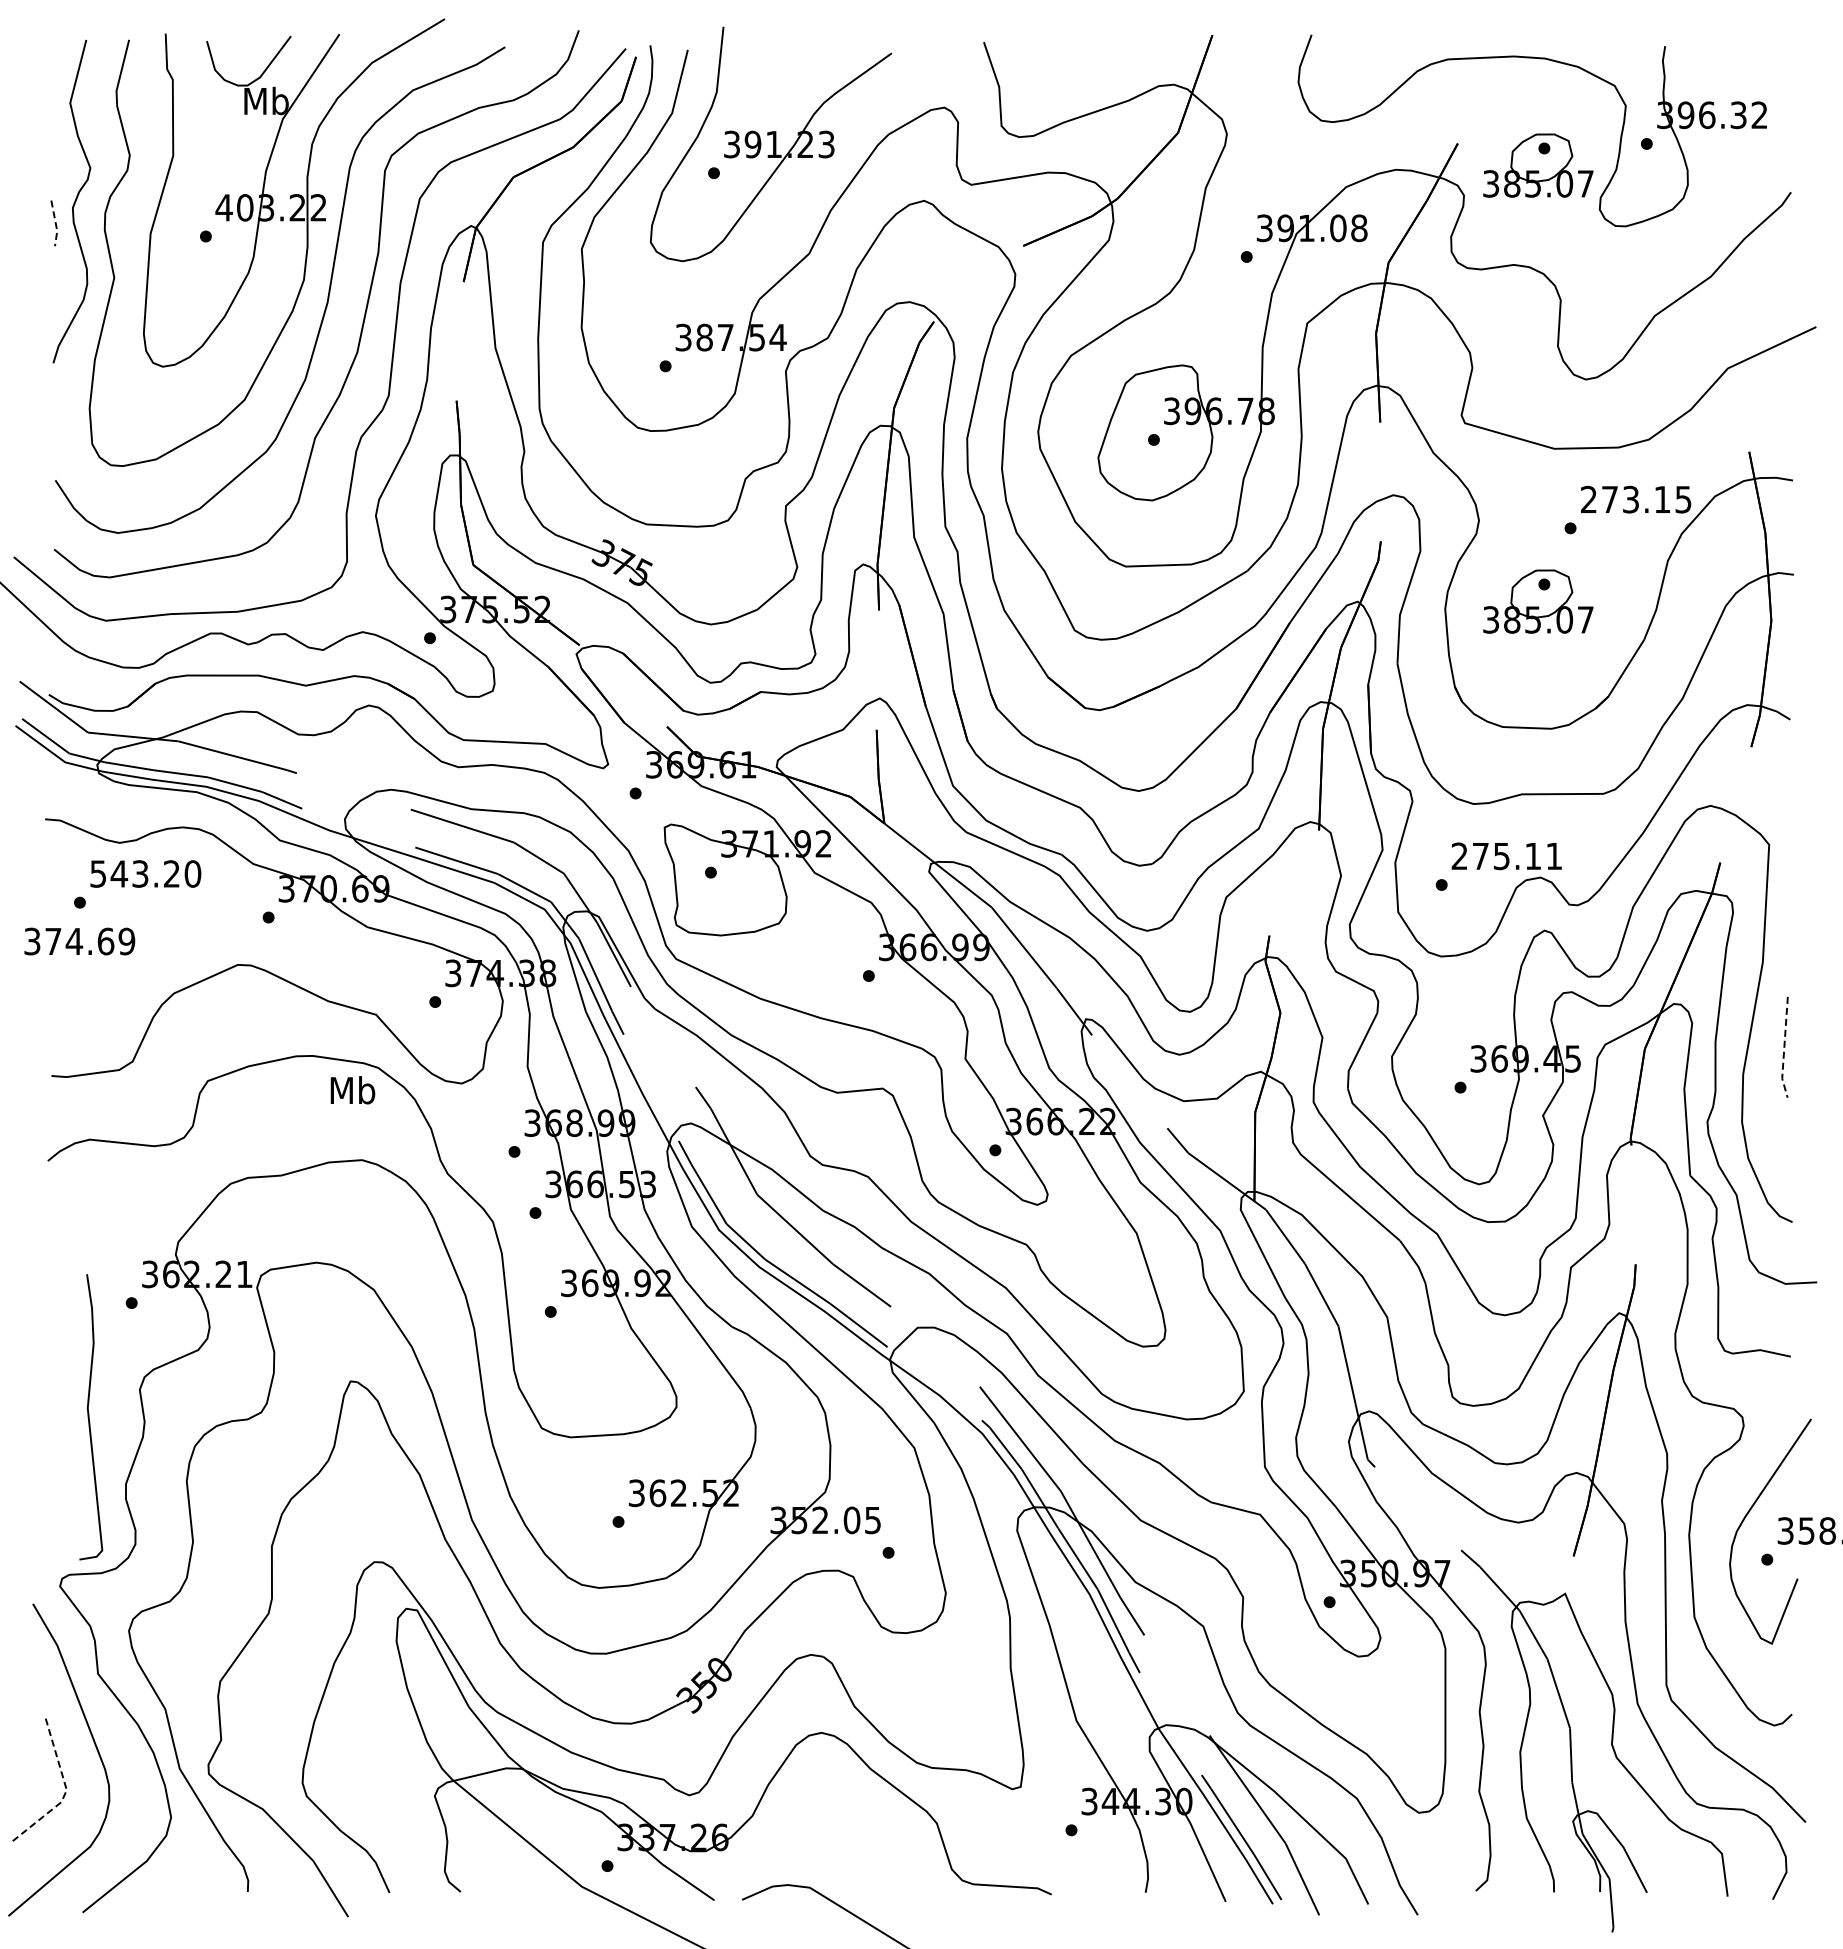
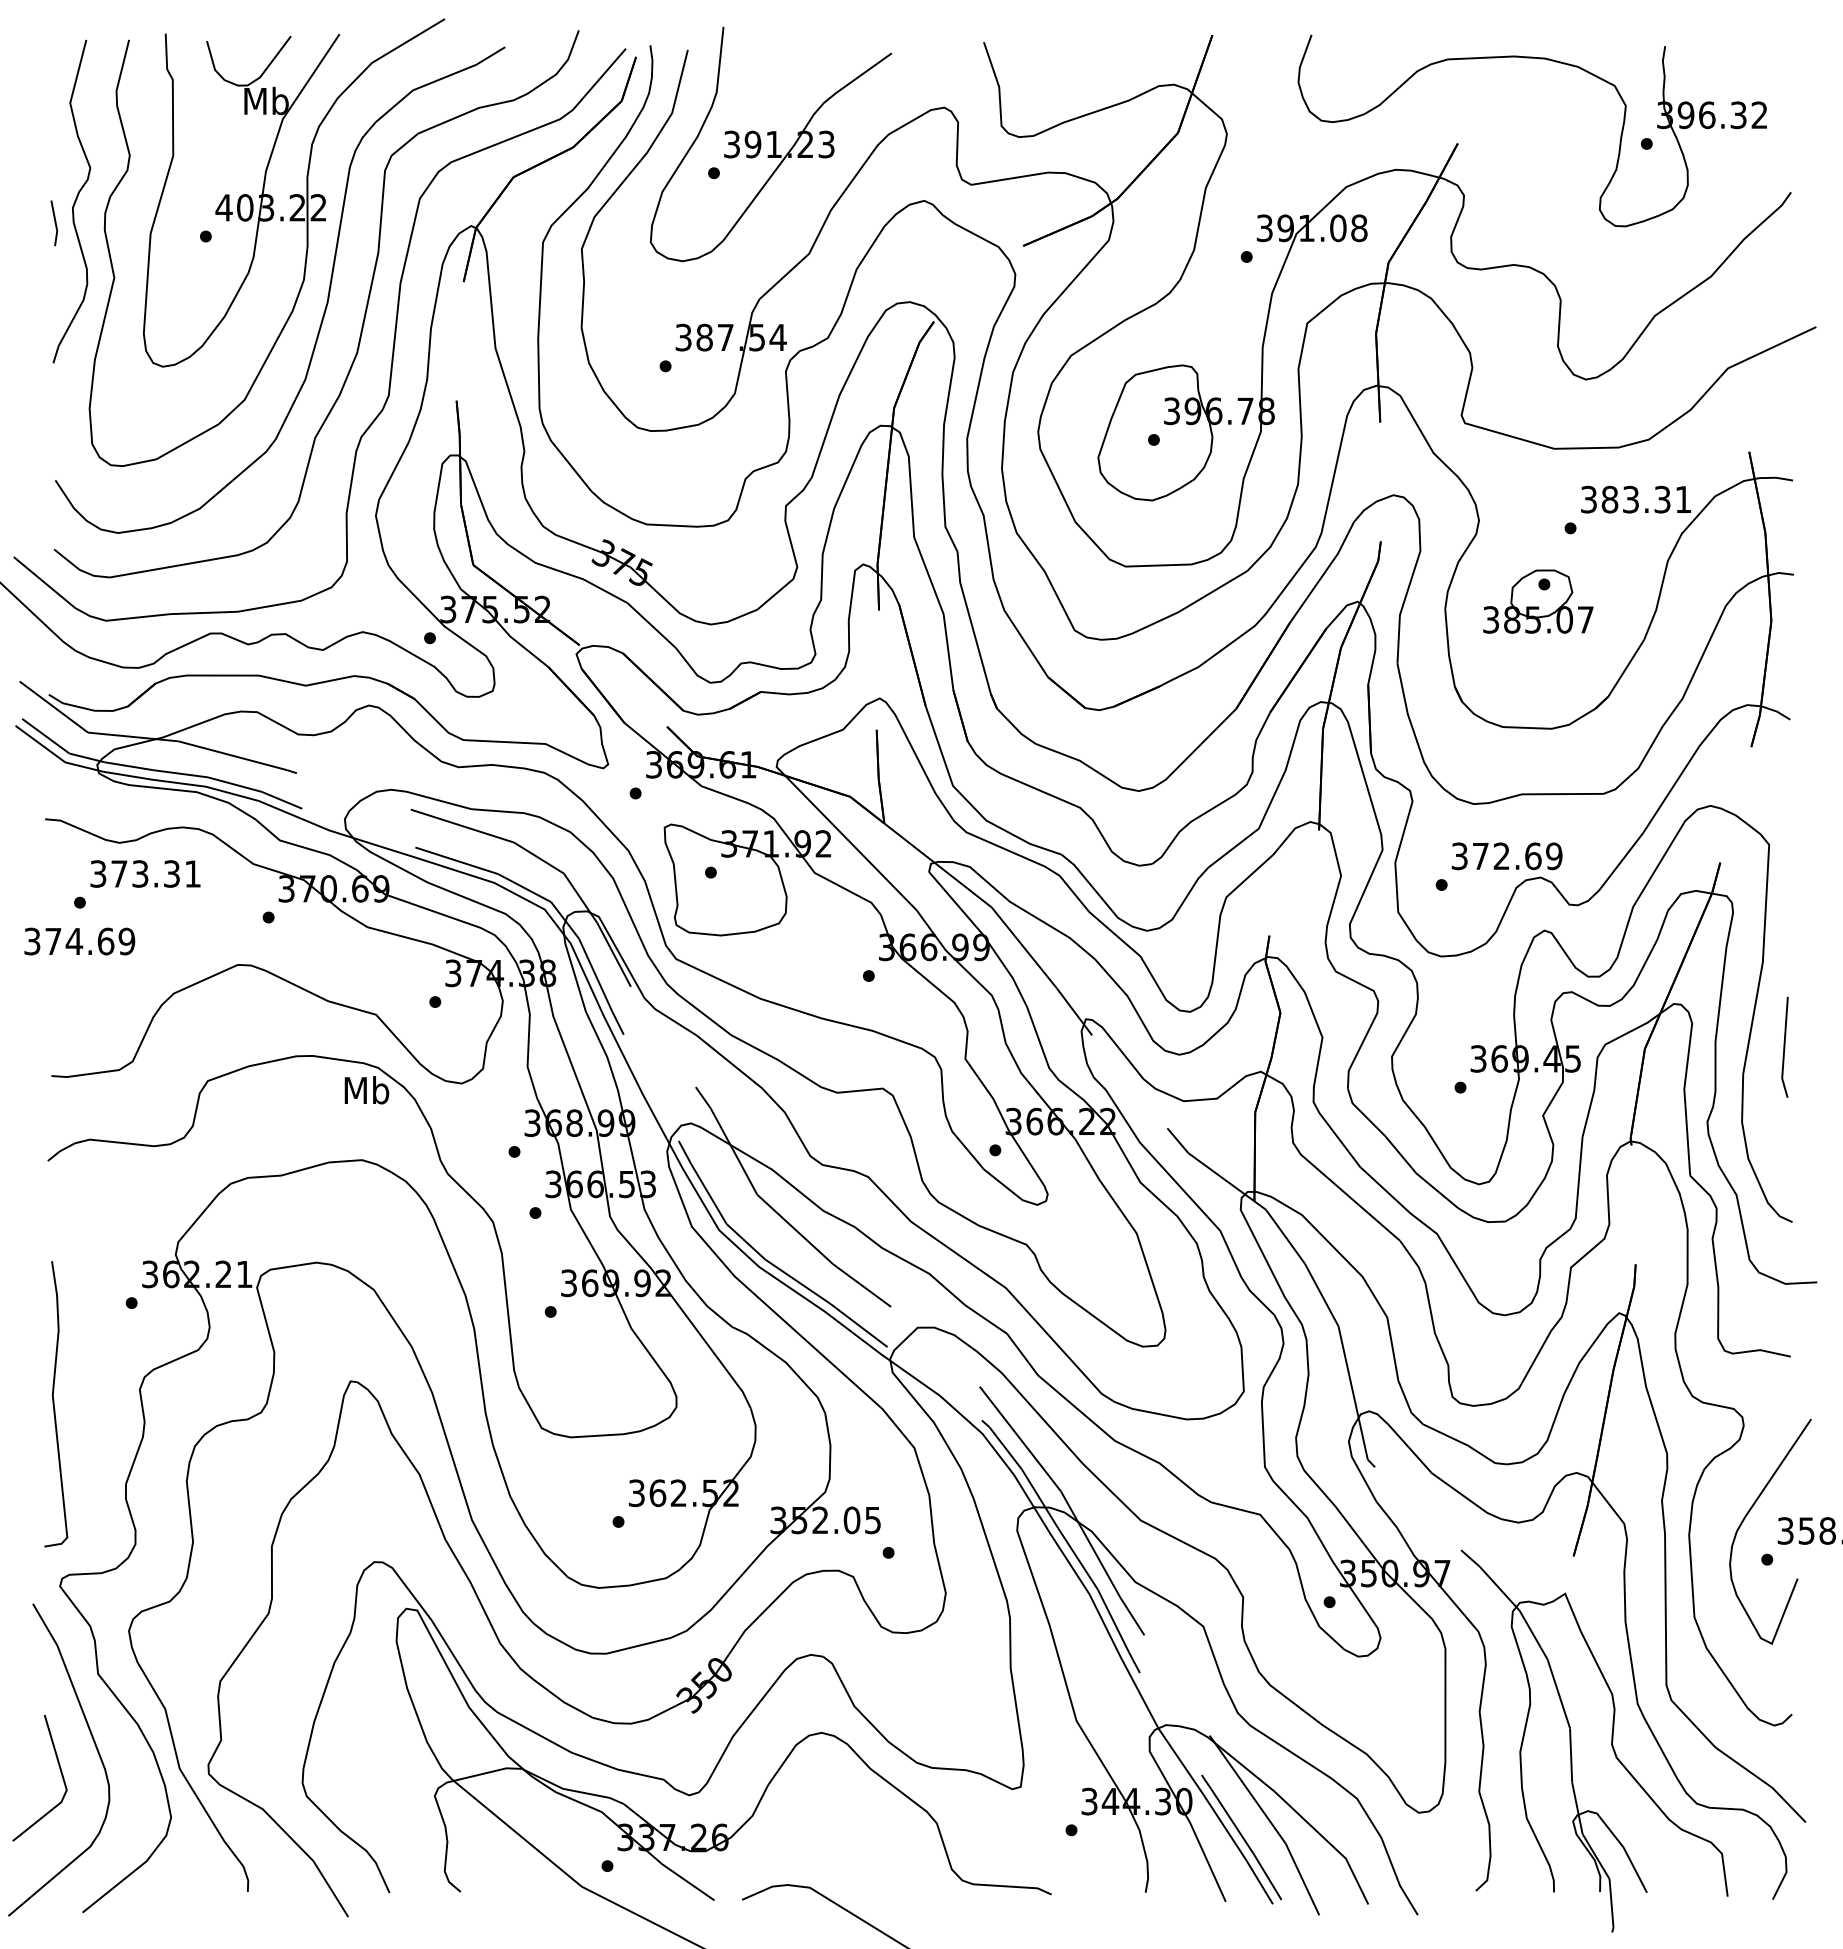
part at (1538, 165): present -> none
line at (55, 224): dashed -> solid
text at (1636, 499): 273.15 -> 383.31
text at (1506, 856): 275.11 -> 372.69
text at (146, 873): 543.20 -> 373.31
line at (1784, 1048): dashed -> solid
text at (352, 1090) position: (352, 1090) -> (366, 1090)
curve at (89, 1417) position: (89, 1417) -> (54, 1404)
line at (66, 1790): dashed -> solid
